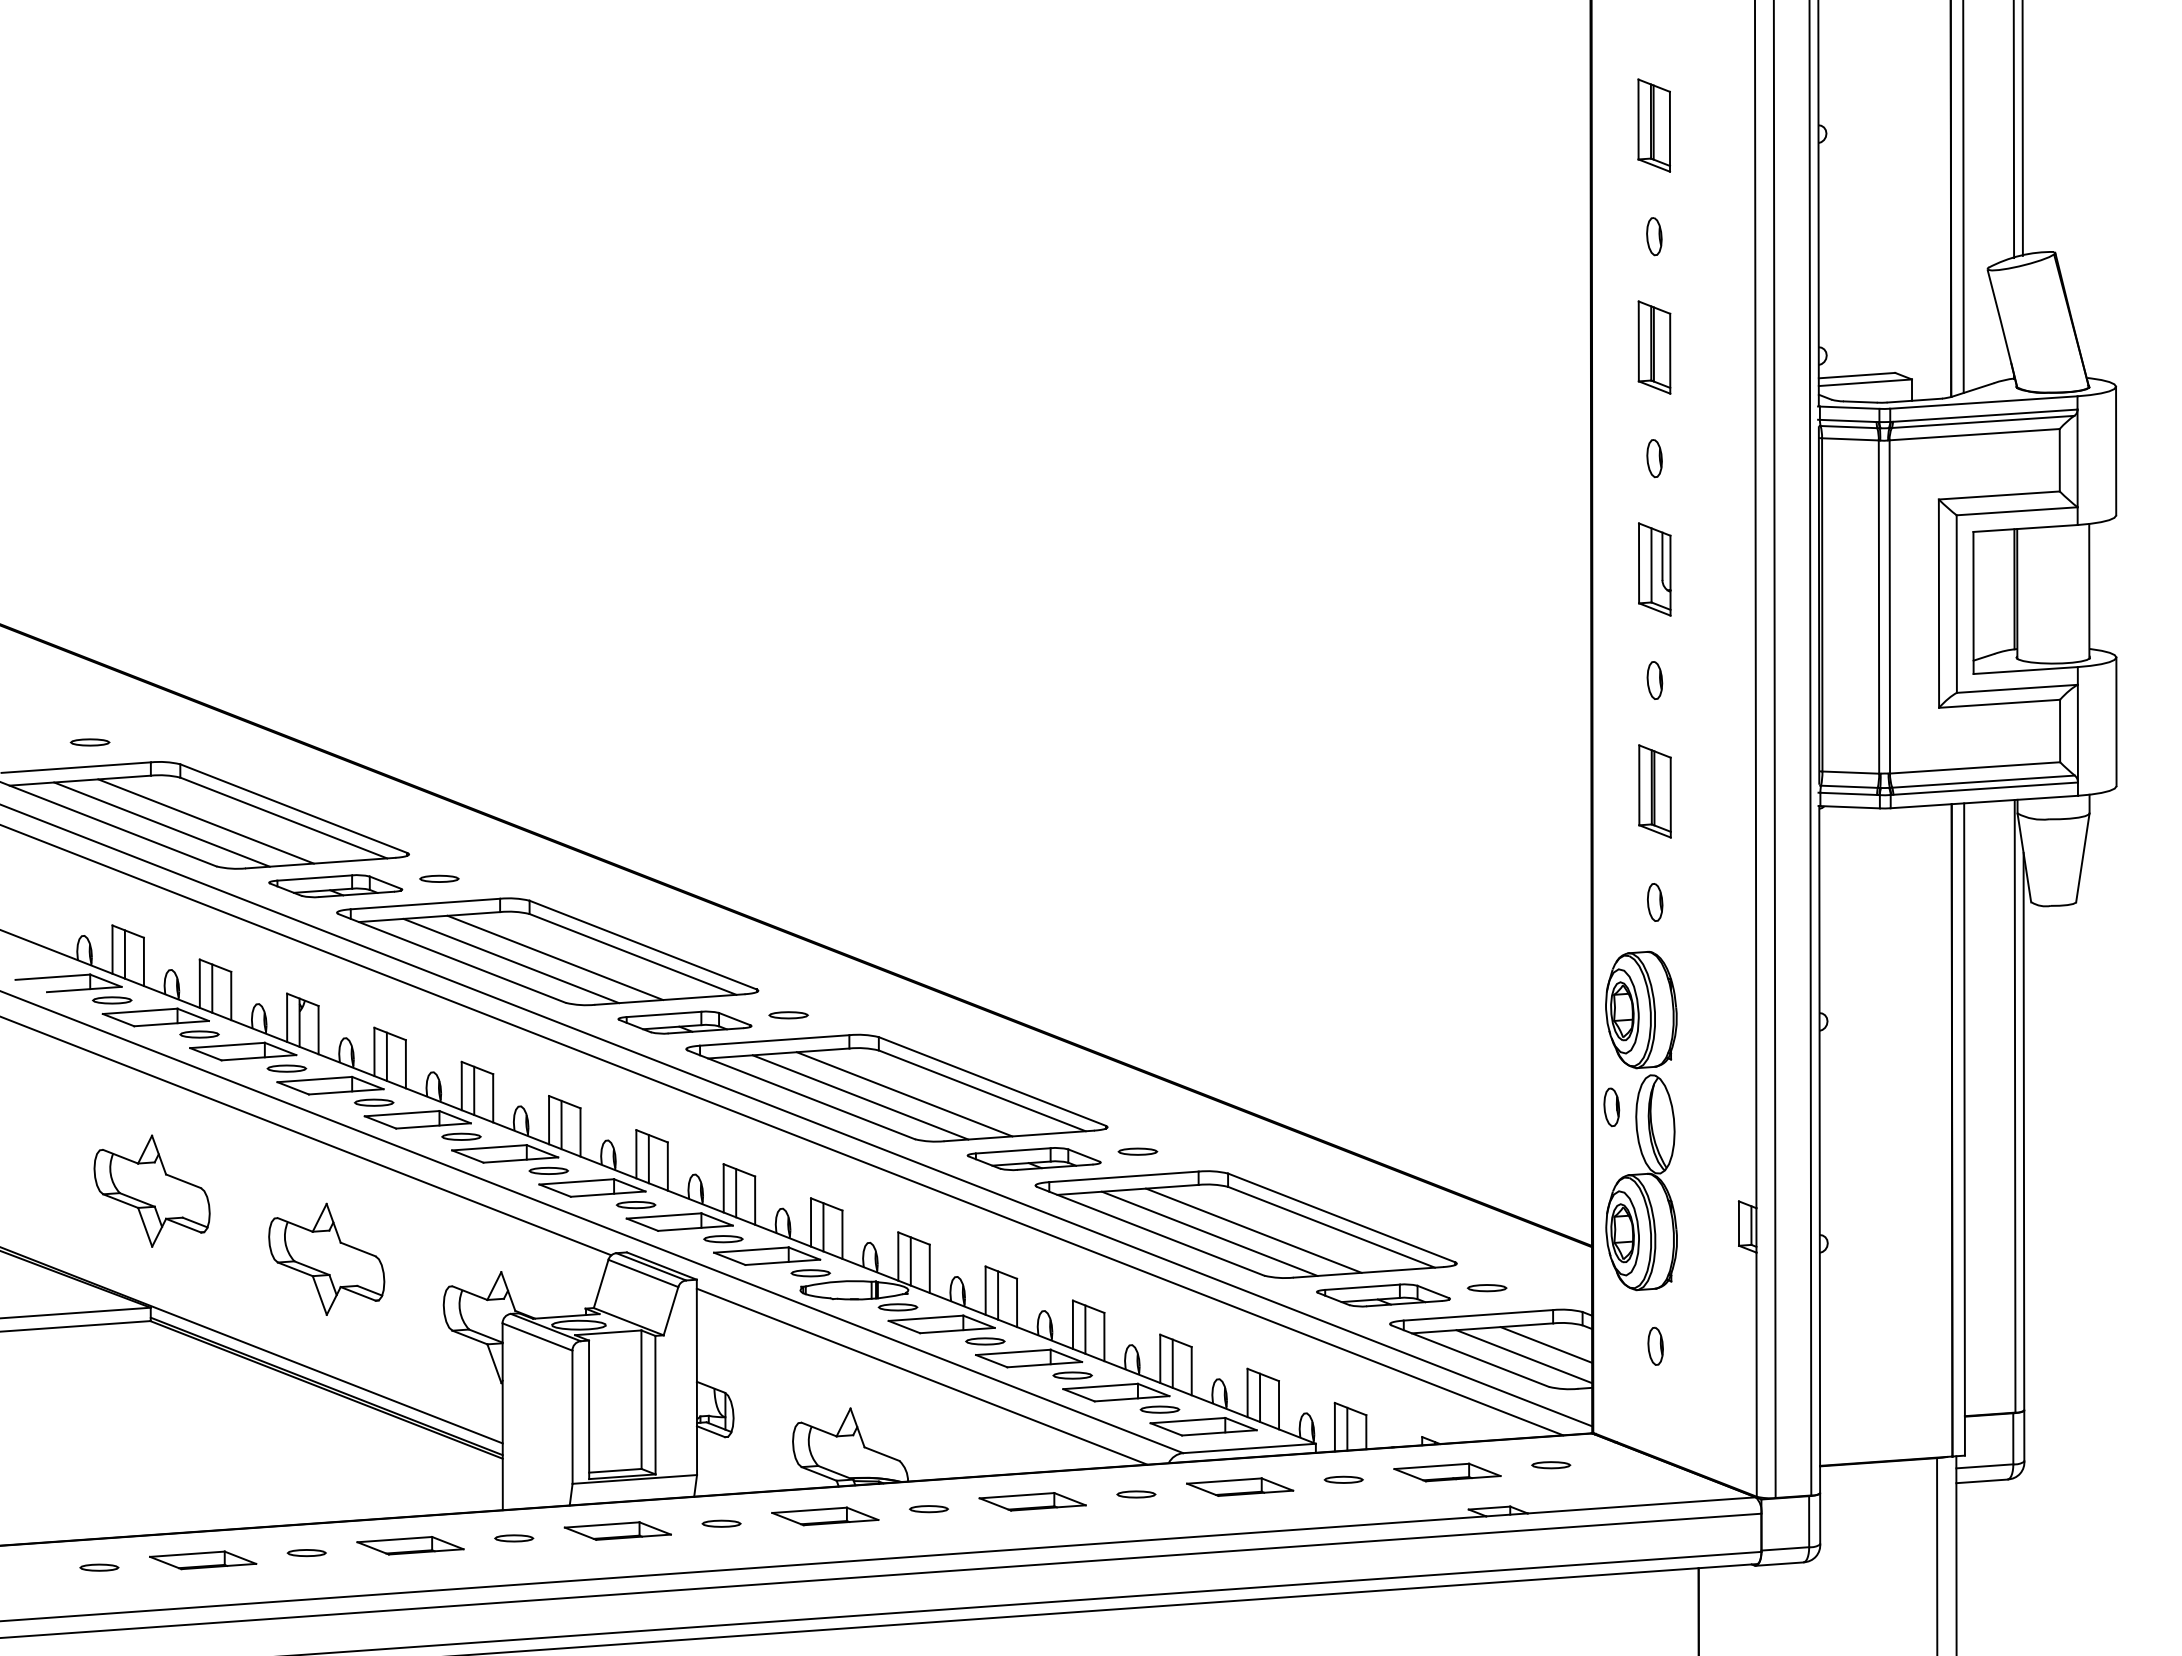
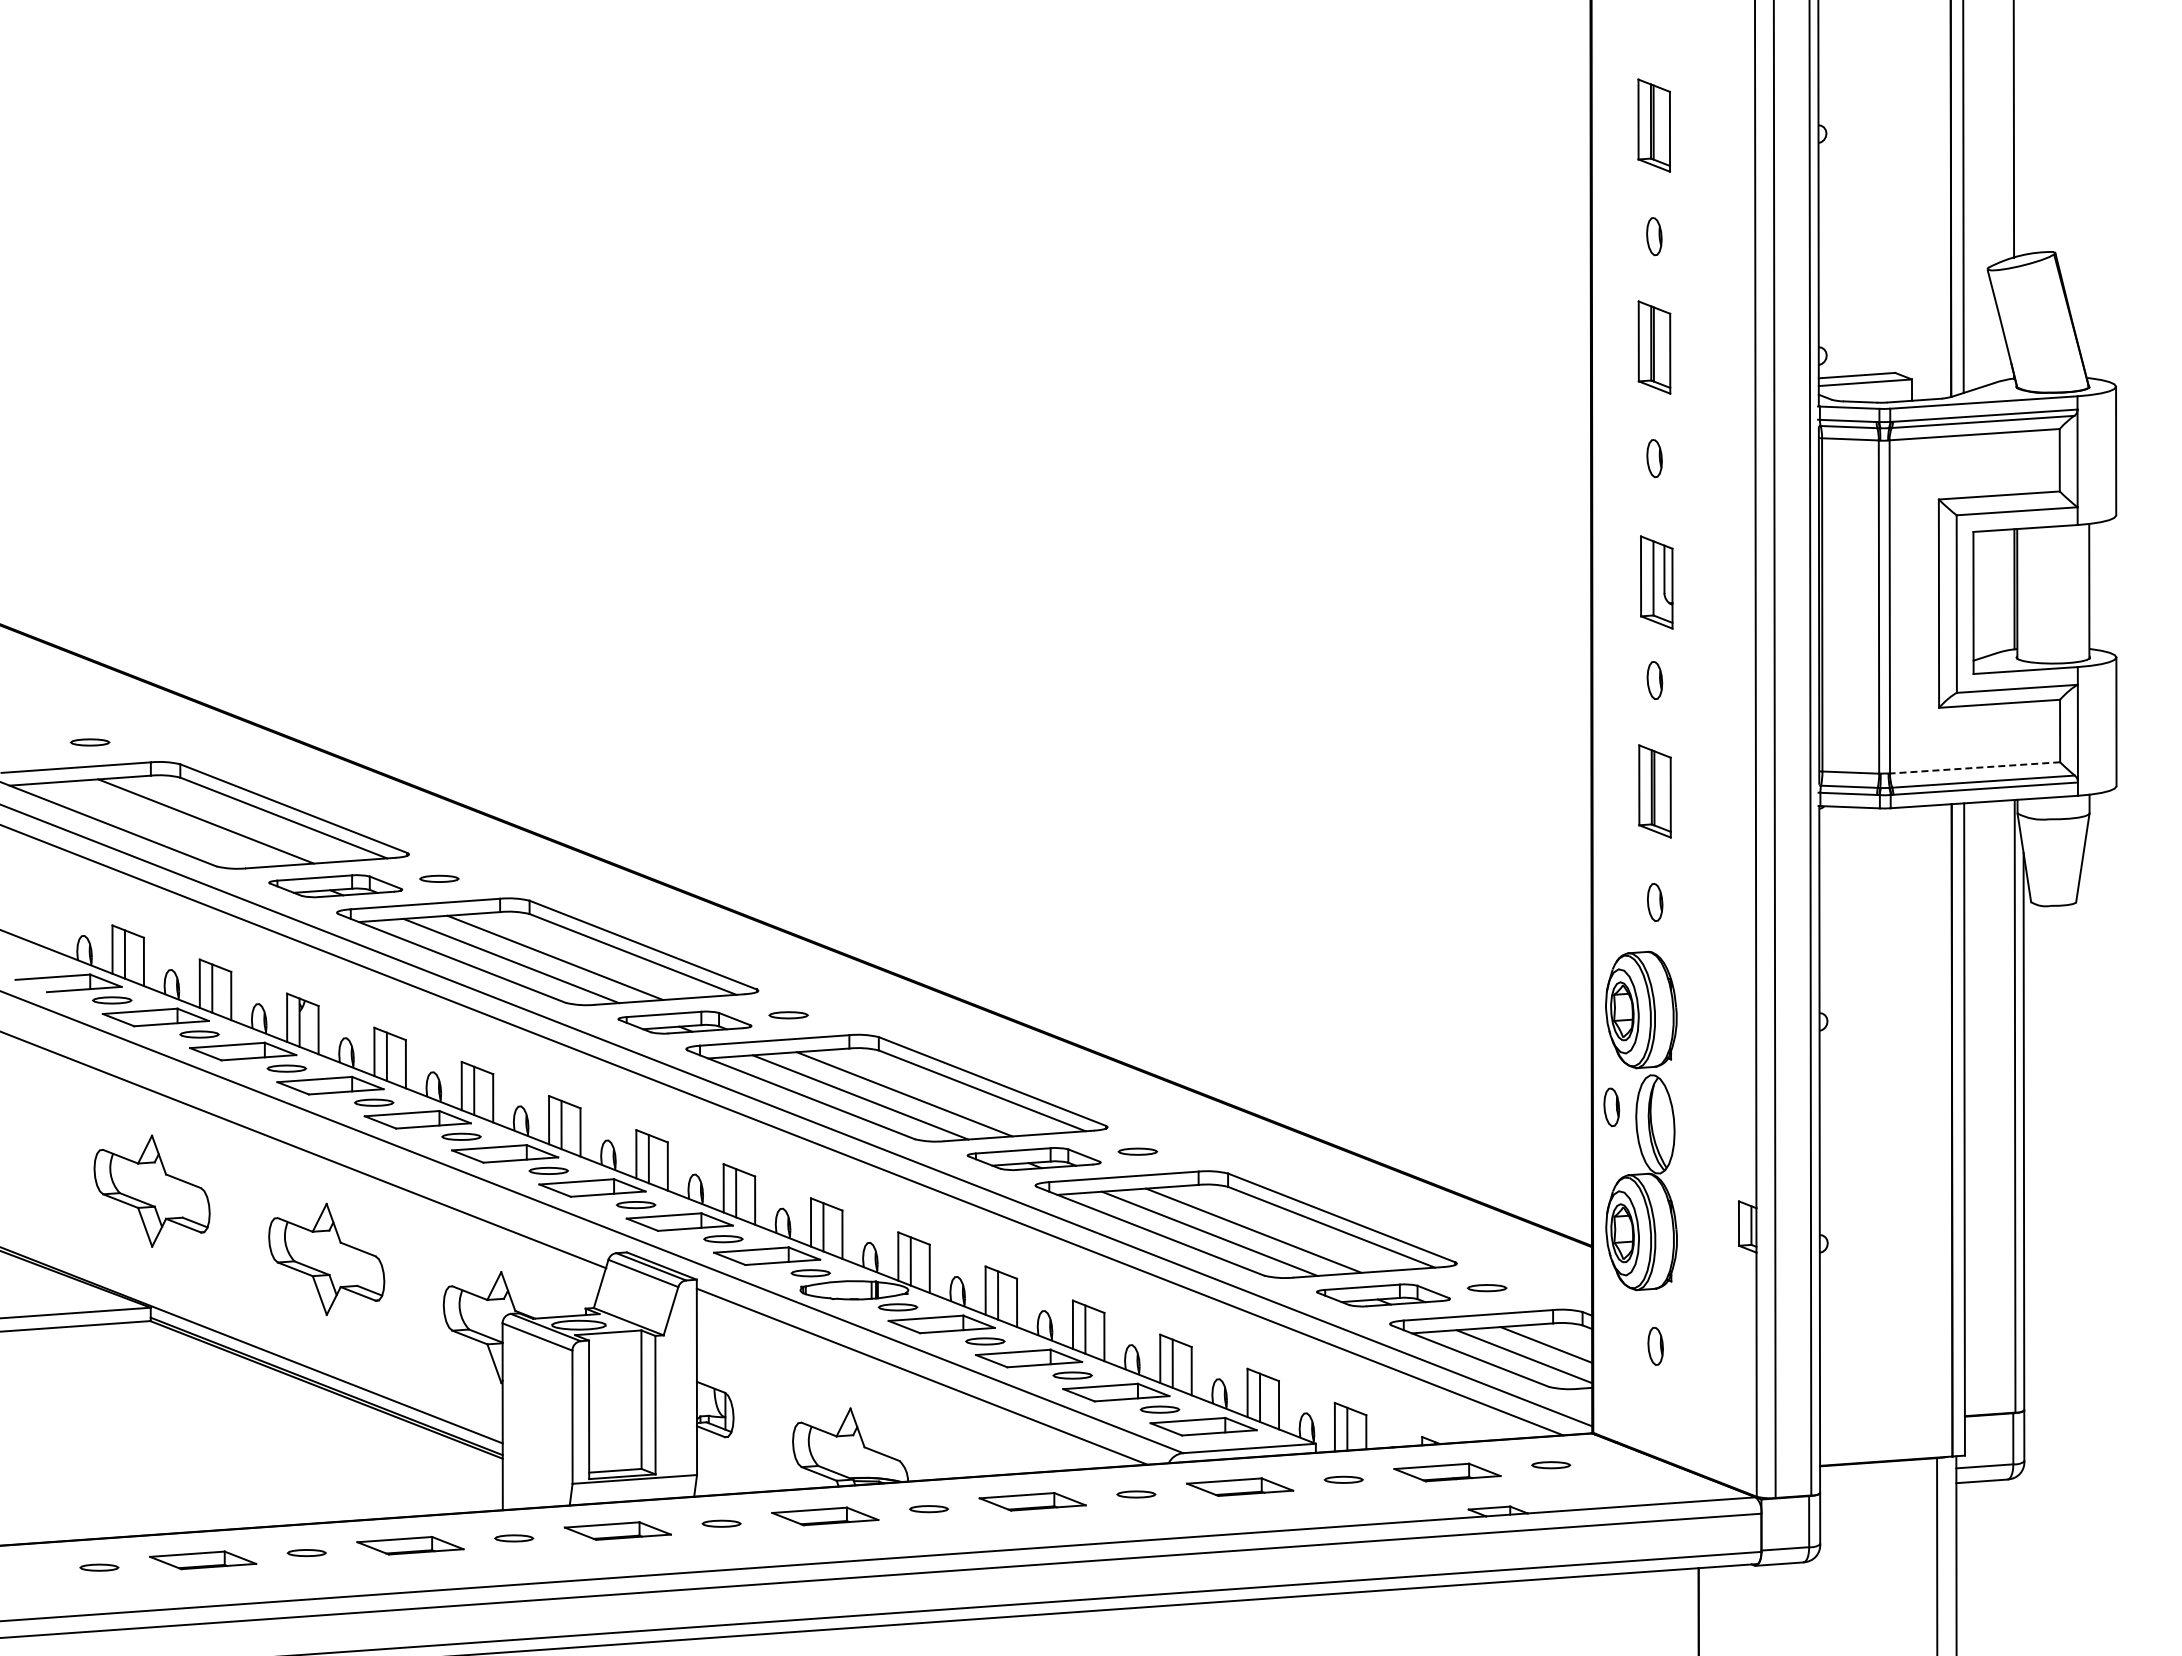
line at (2022, 128): present -> none
part at (1654, 569) position: (1654, 569) -> (1656, 582)
line at (1974, 767): solid -> dashed
line at (161, 824): present -> none
line at (306, 1136) position: (306, 1136) -> (304, 1150)
